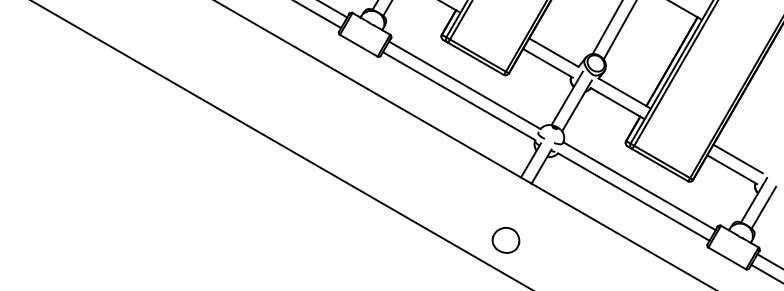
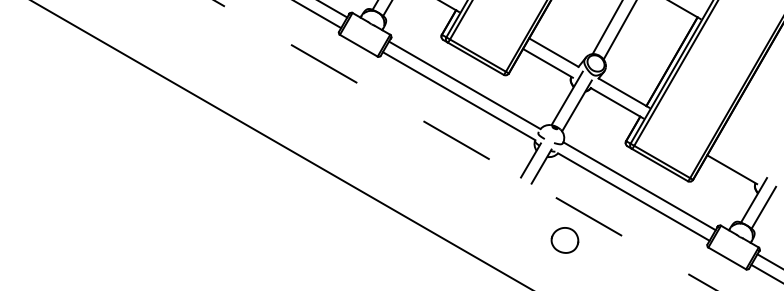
line at (464, 145): solid -> dashed
line at (737, 158): present -> none
part at (505, 240) position: (505, 240) -> (564, 240)
